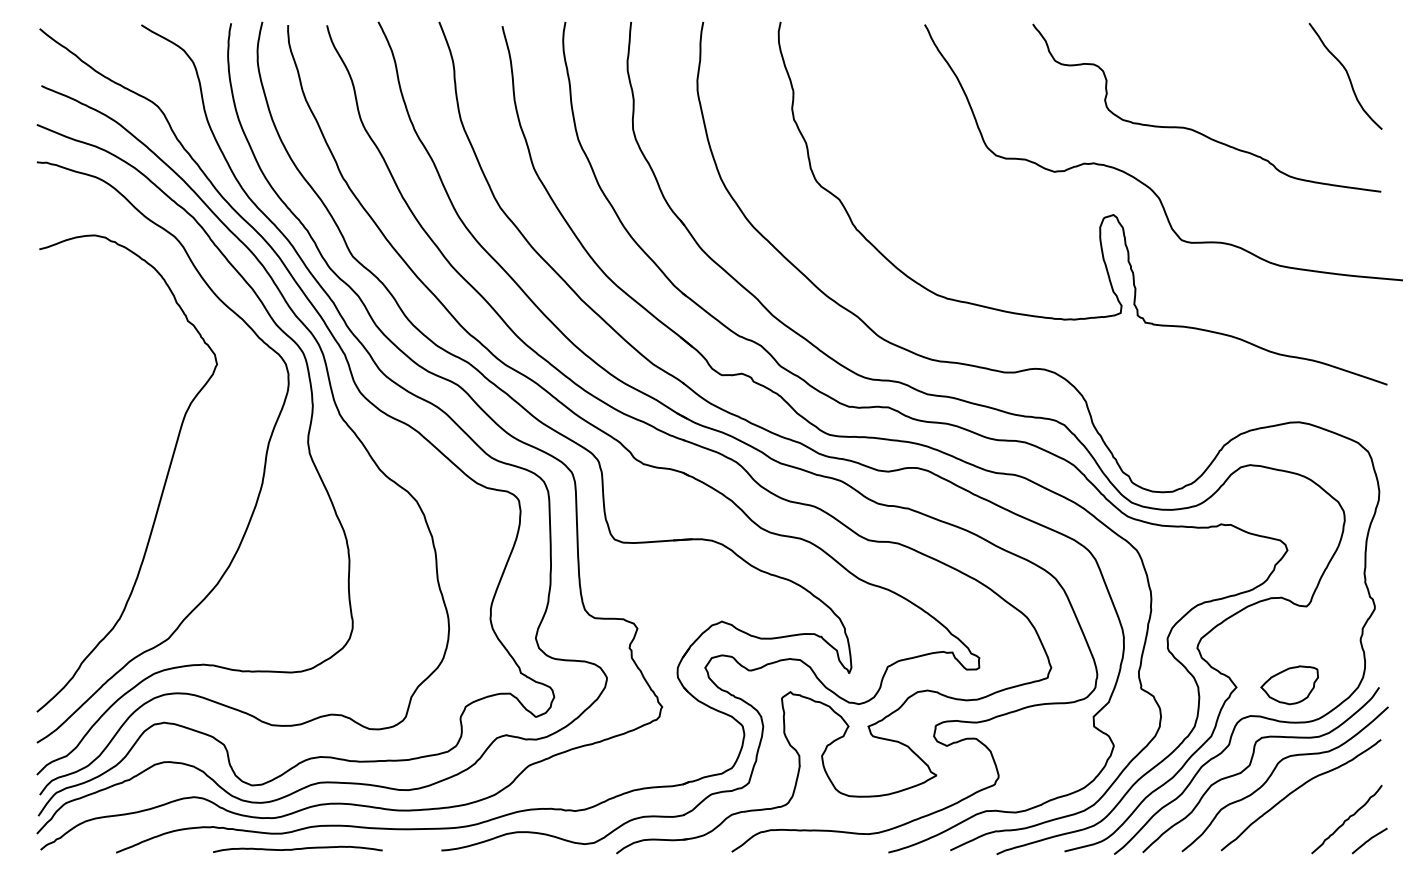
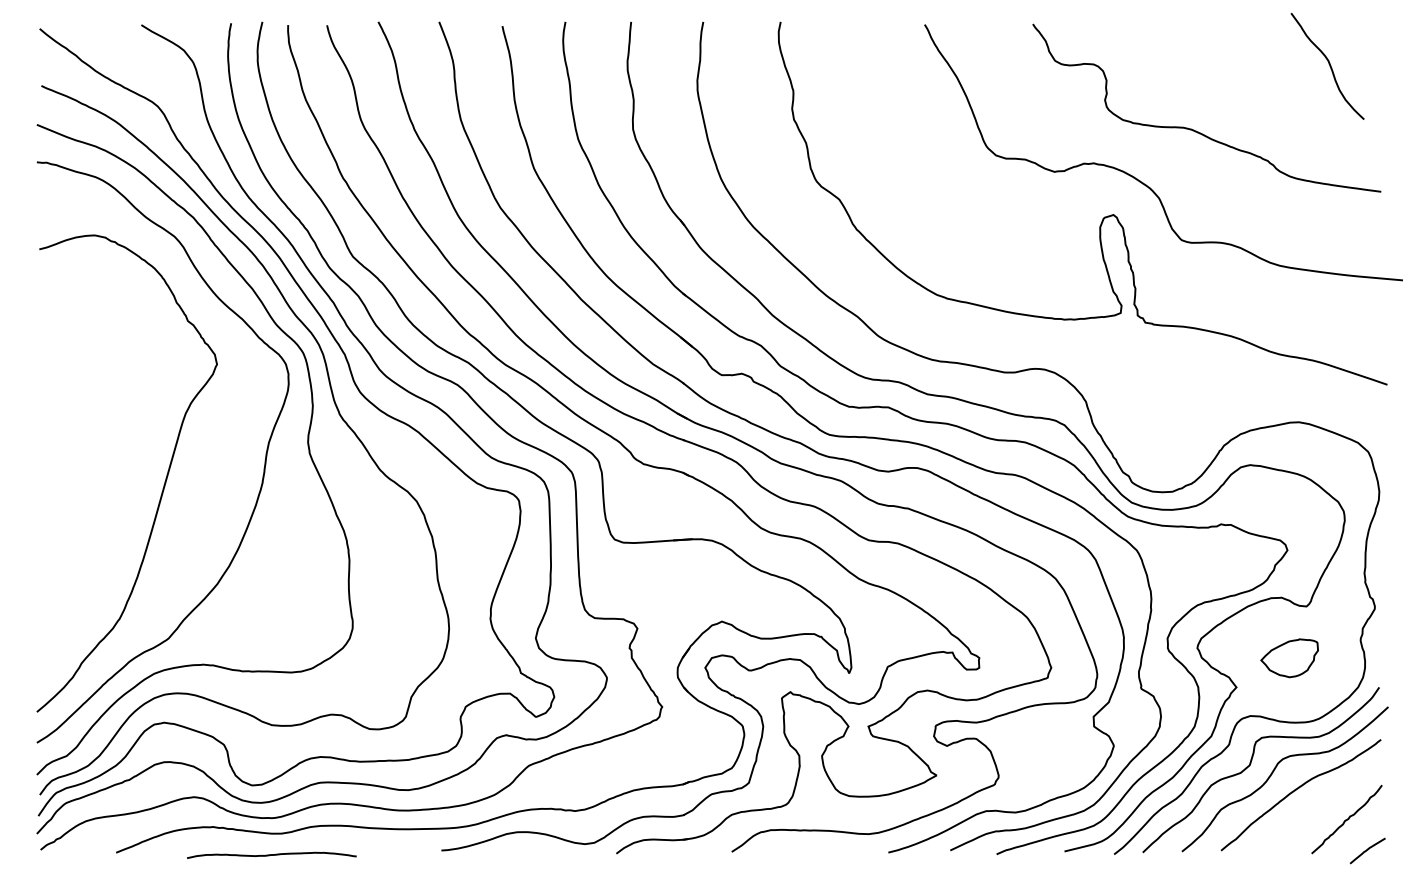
curve at (1347, 76) position: (1347, 76) -> (1329, 66)
part at (1289, 685) position: (1289, 685) -> (1289, 658)
curve at (1369, 840) position: (1369, 840) -> (1367, 850)
curve at (297, 848) position: (297, 848) -> (271, 854)
